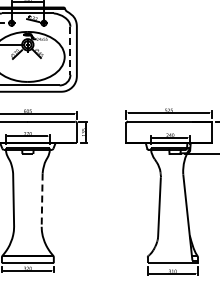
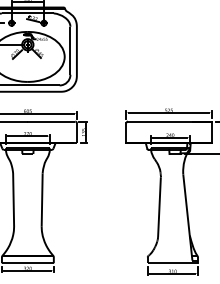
line at (70, 50): dashed -> solid
line at (42, 200): dashed -> solid
